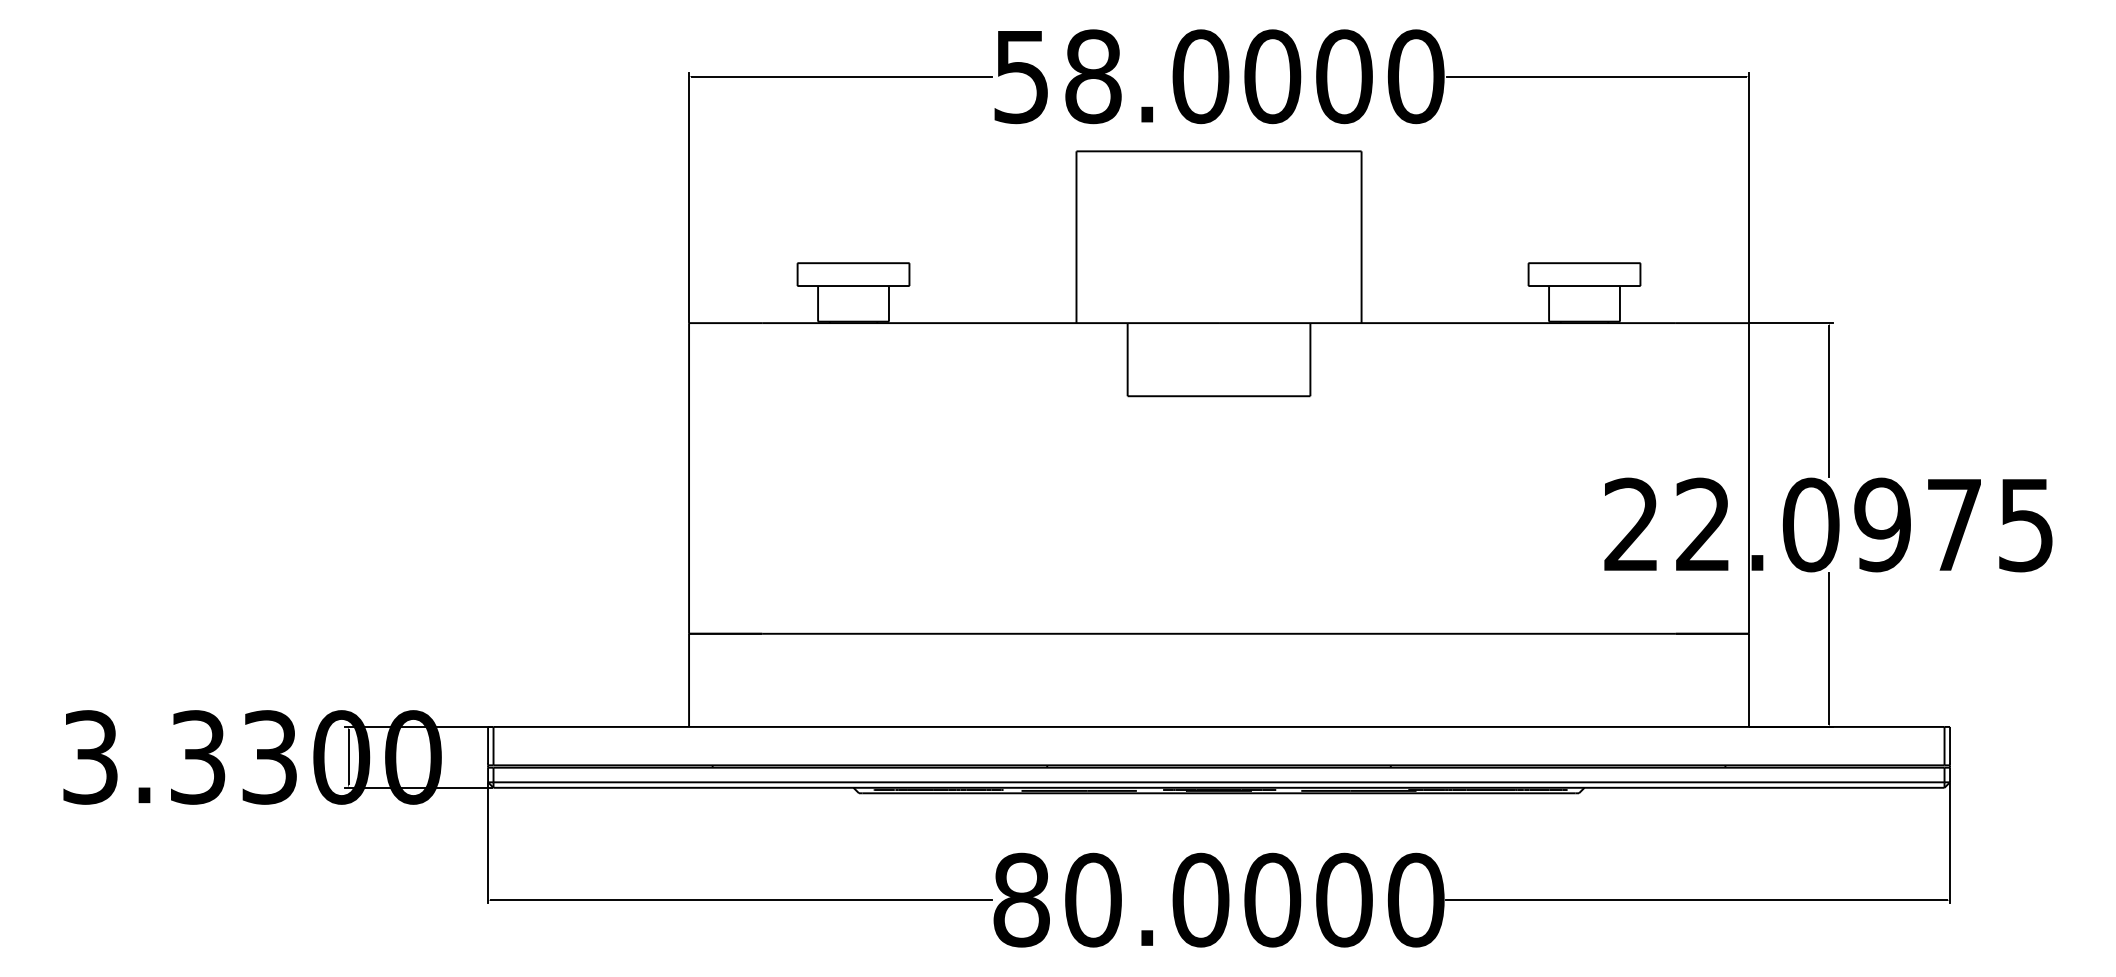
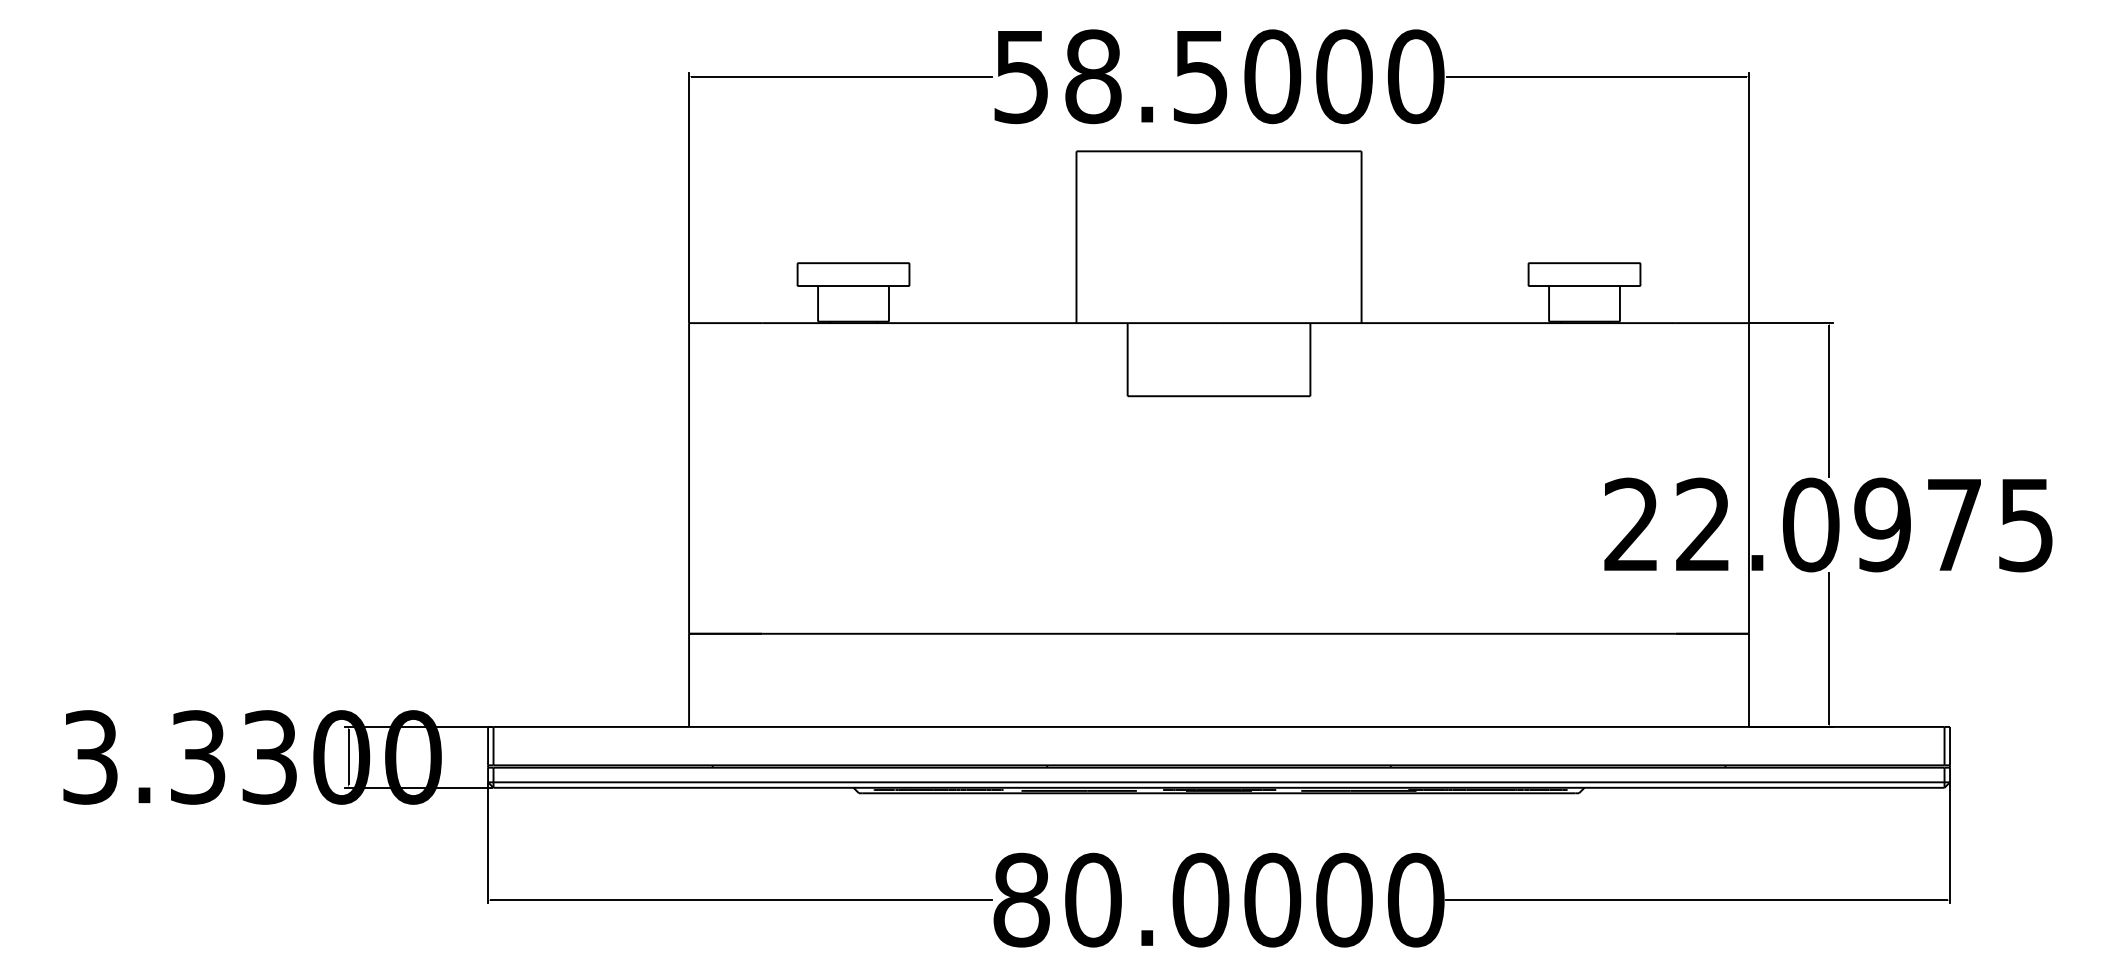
text at (1200, 76): 58.0000 -> 58.5000
